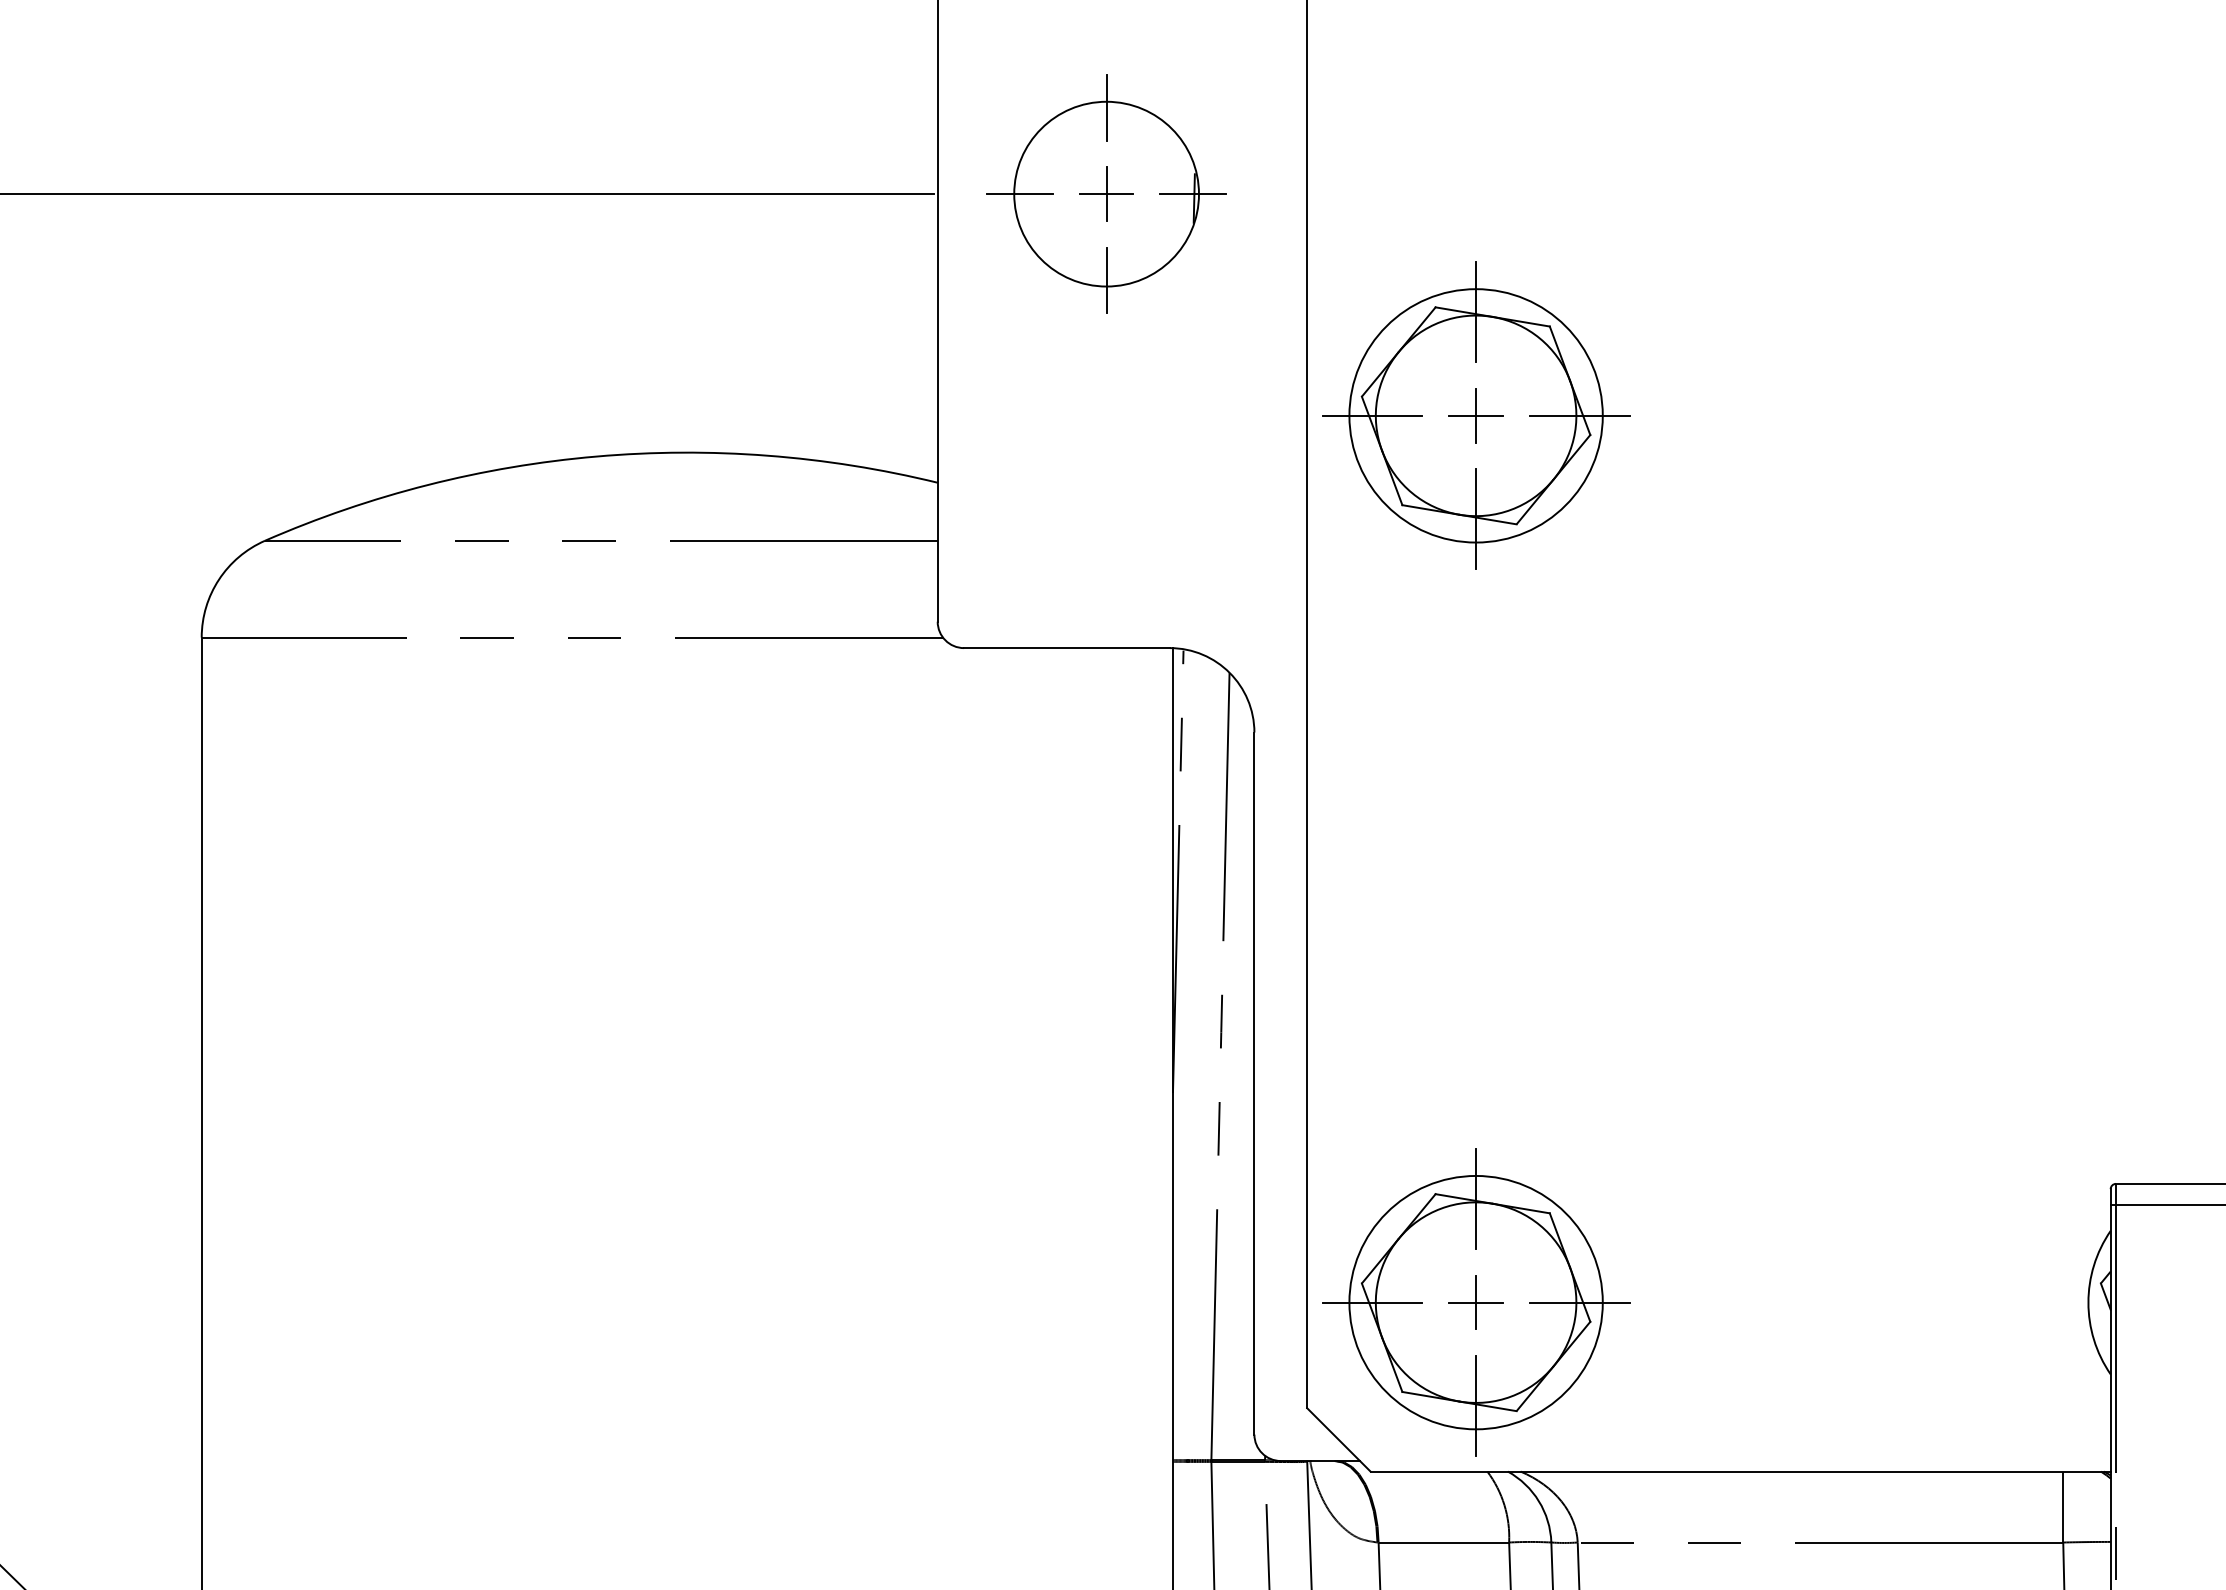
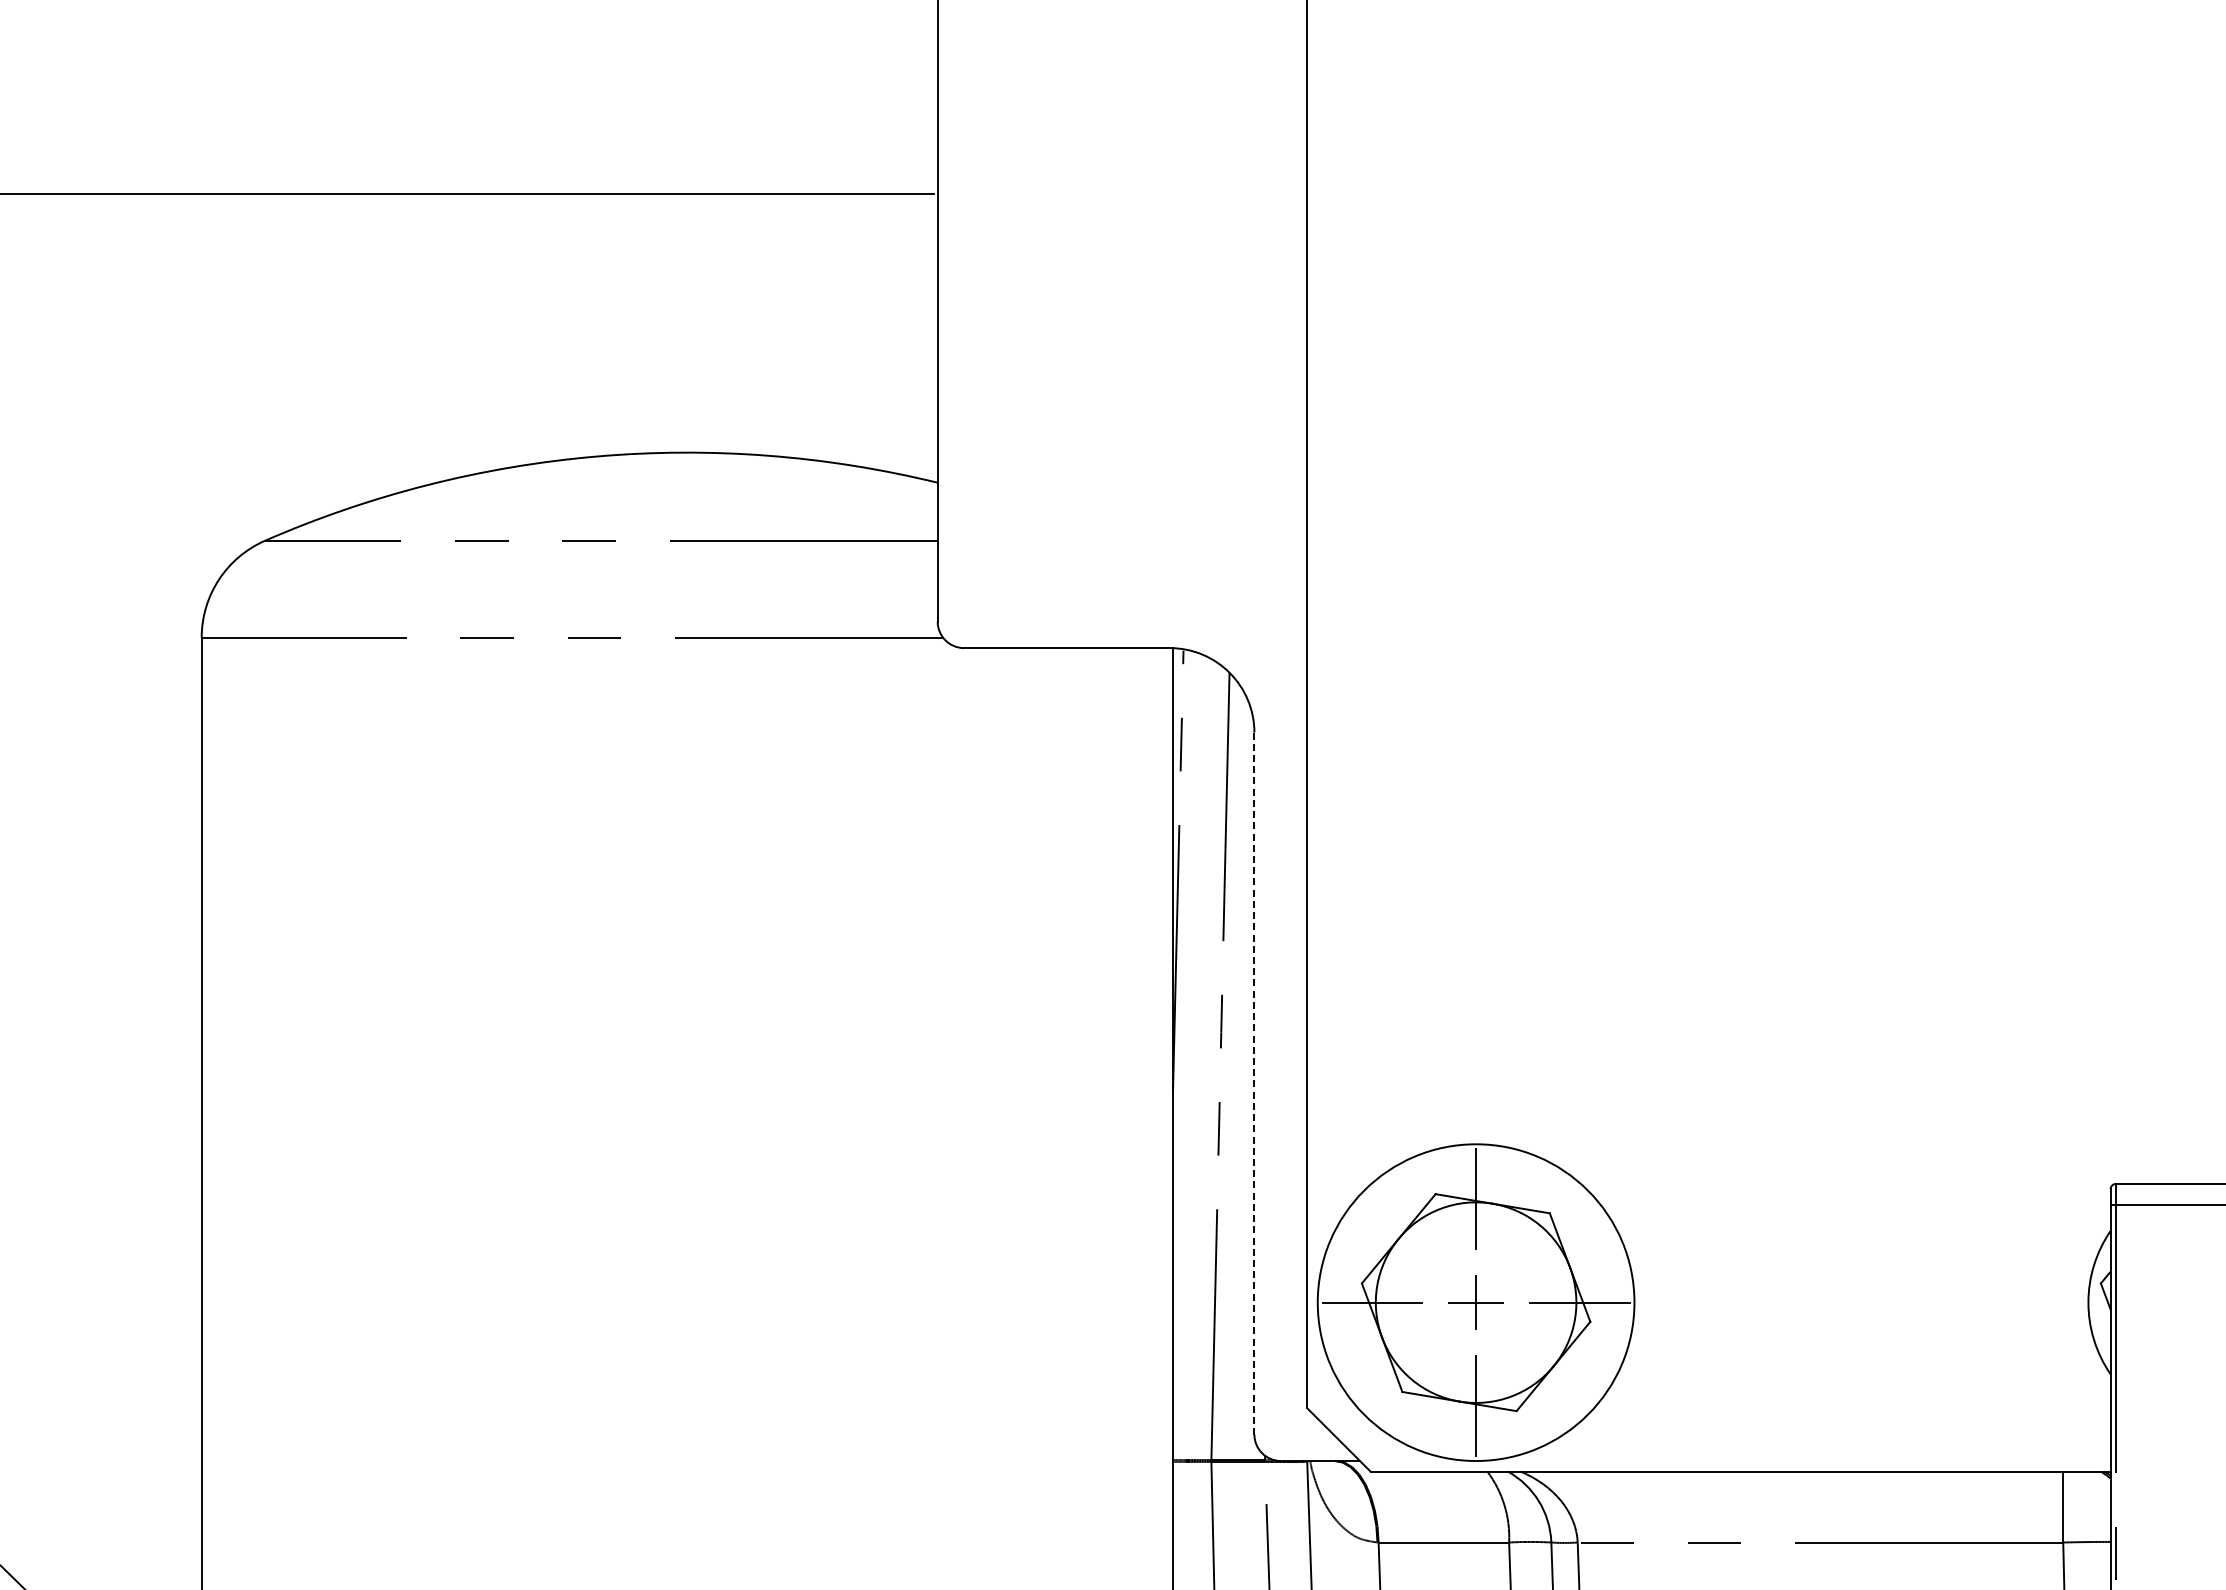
part at (1106, 193): present -> none
part at (1476, 415): present -> none
line at (1254, 1084): solid -> dashed
circle at (1475, 1302) diameter: 253 px -> 317 px
